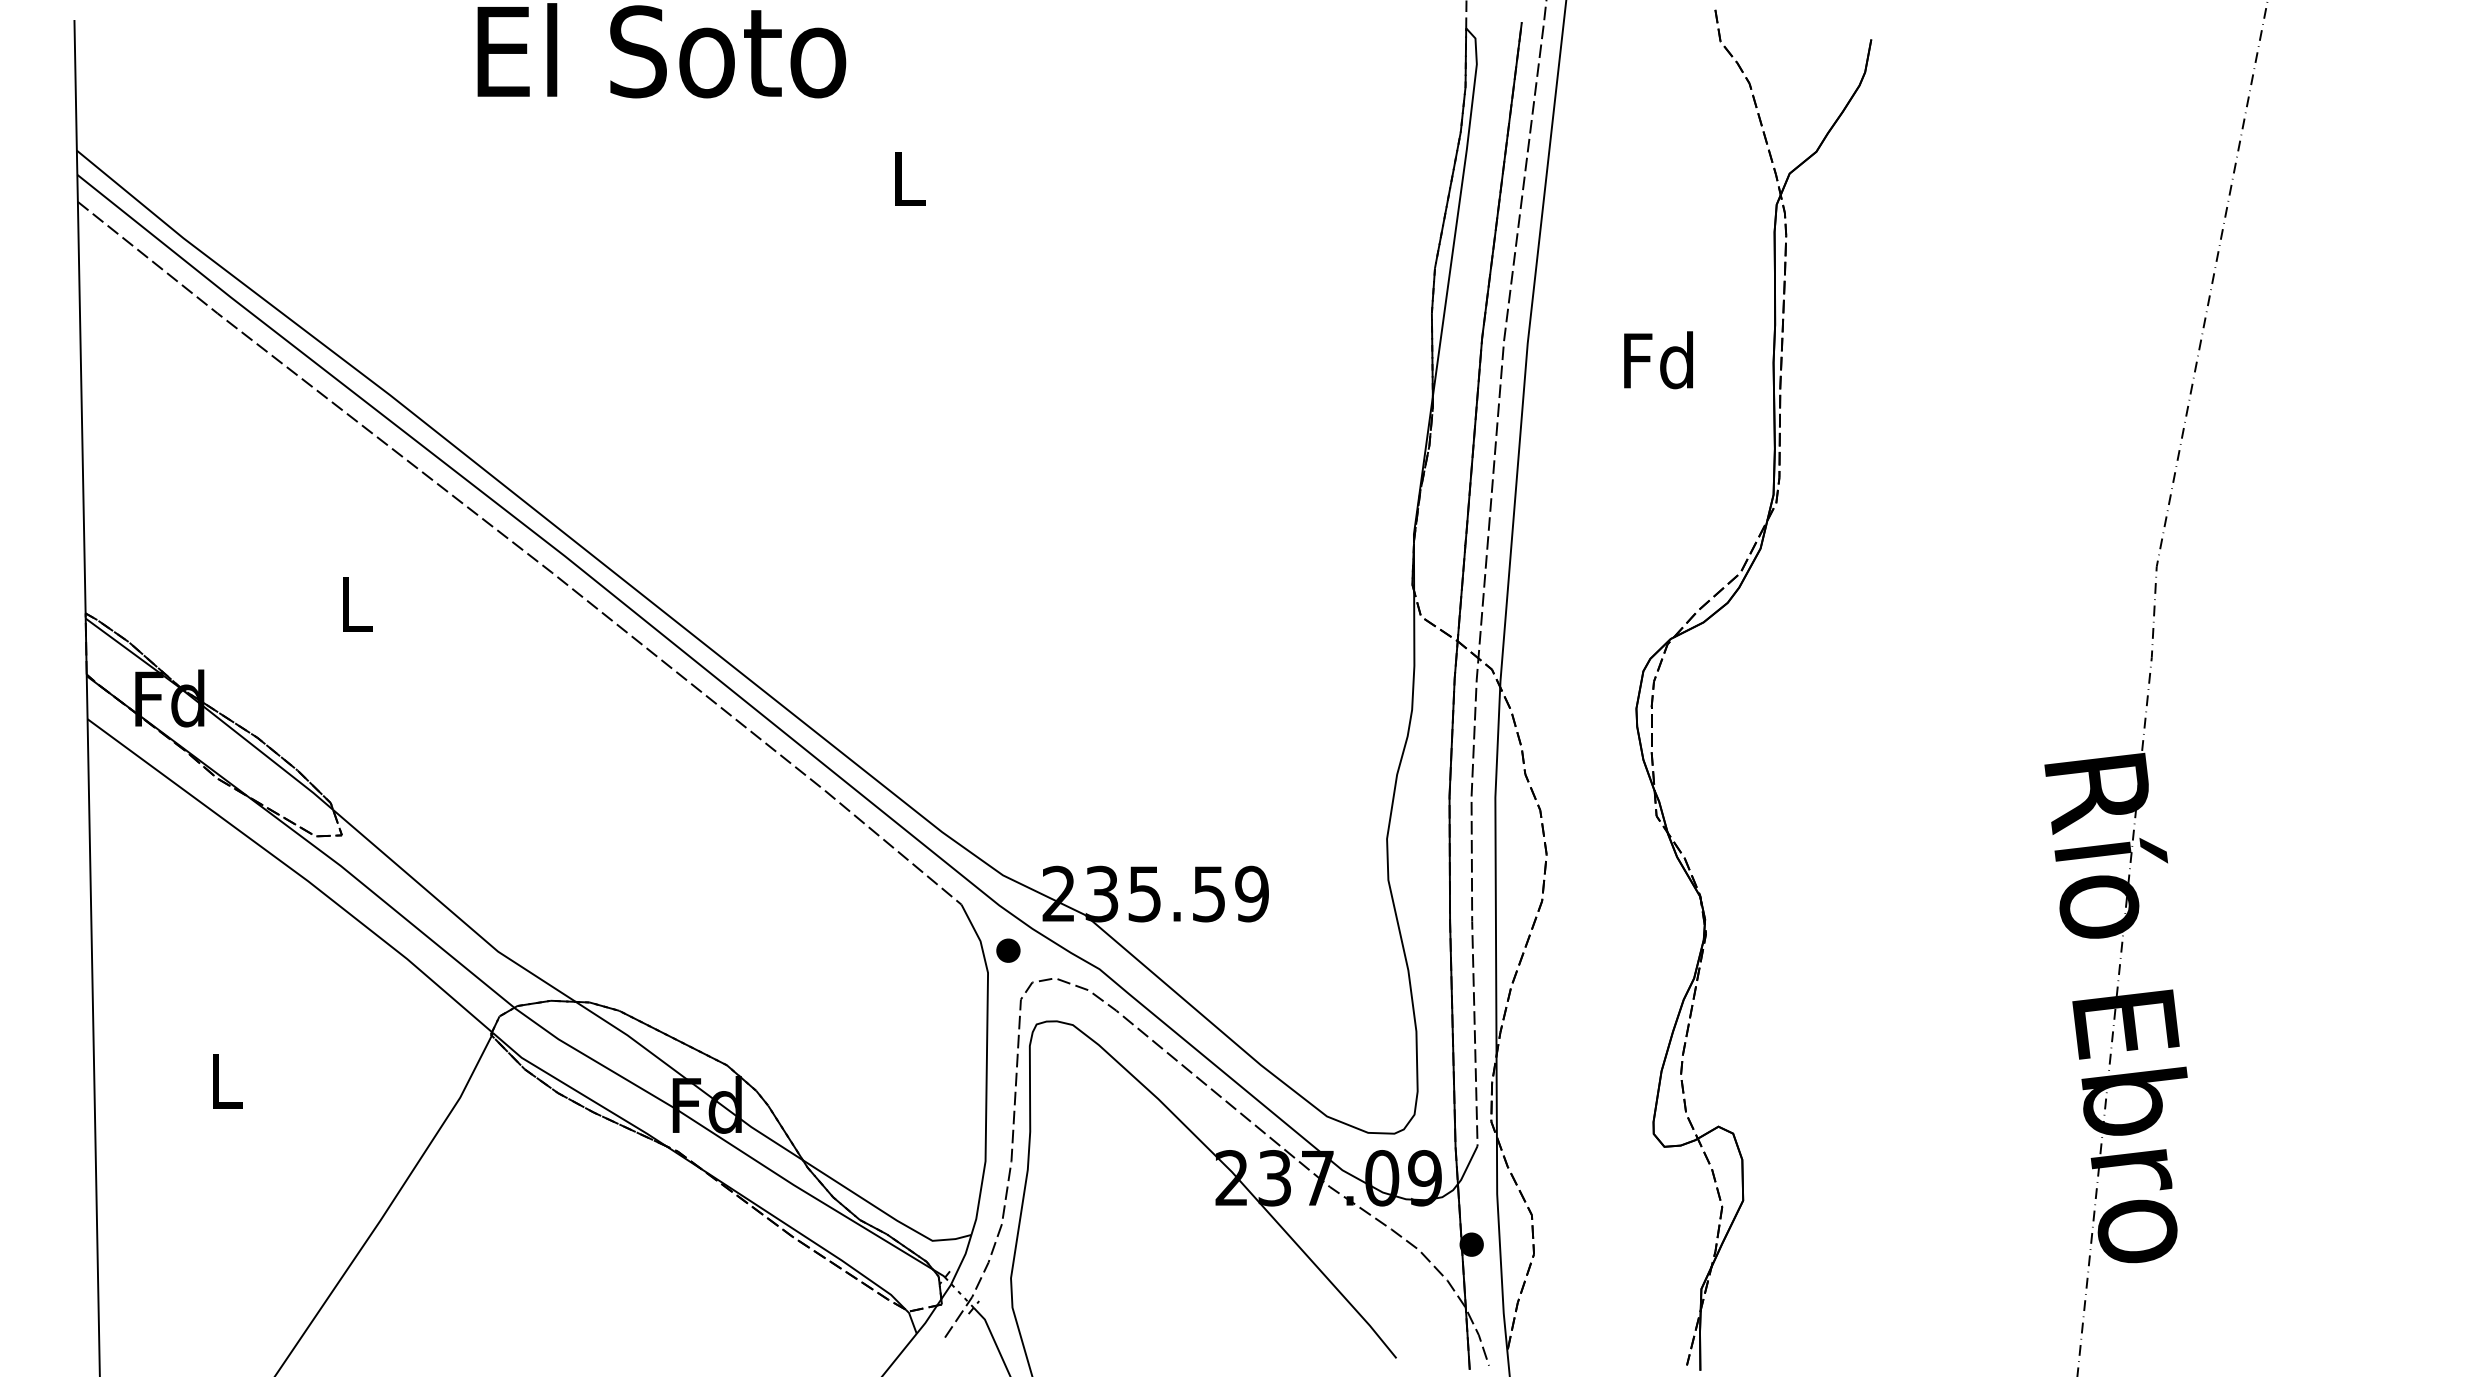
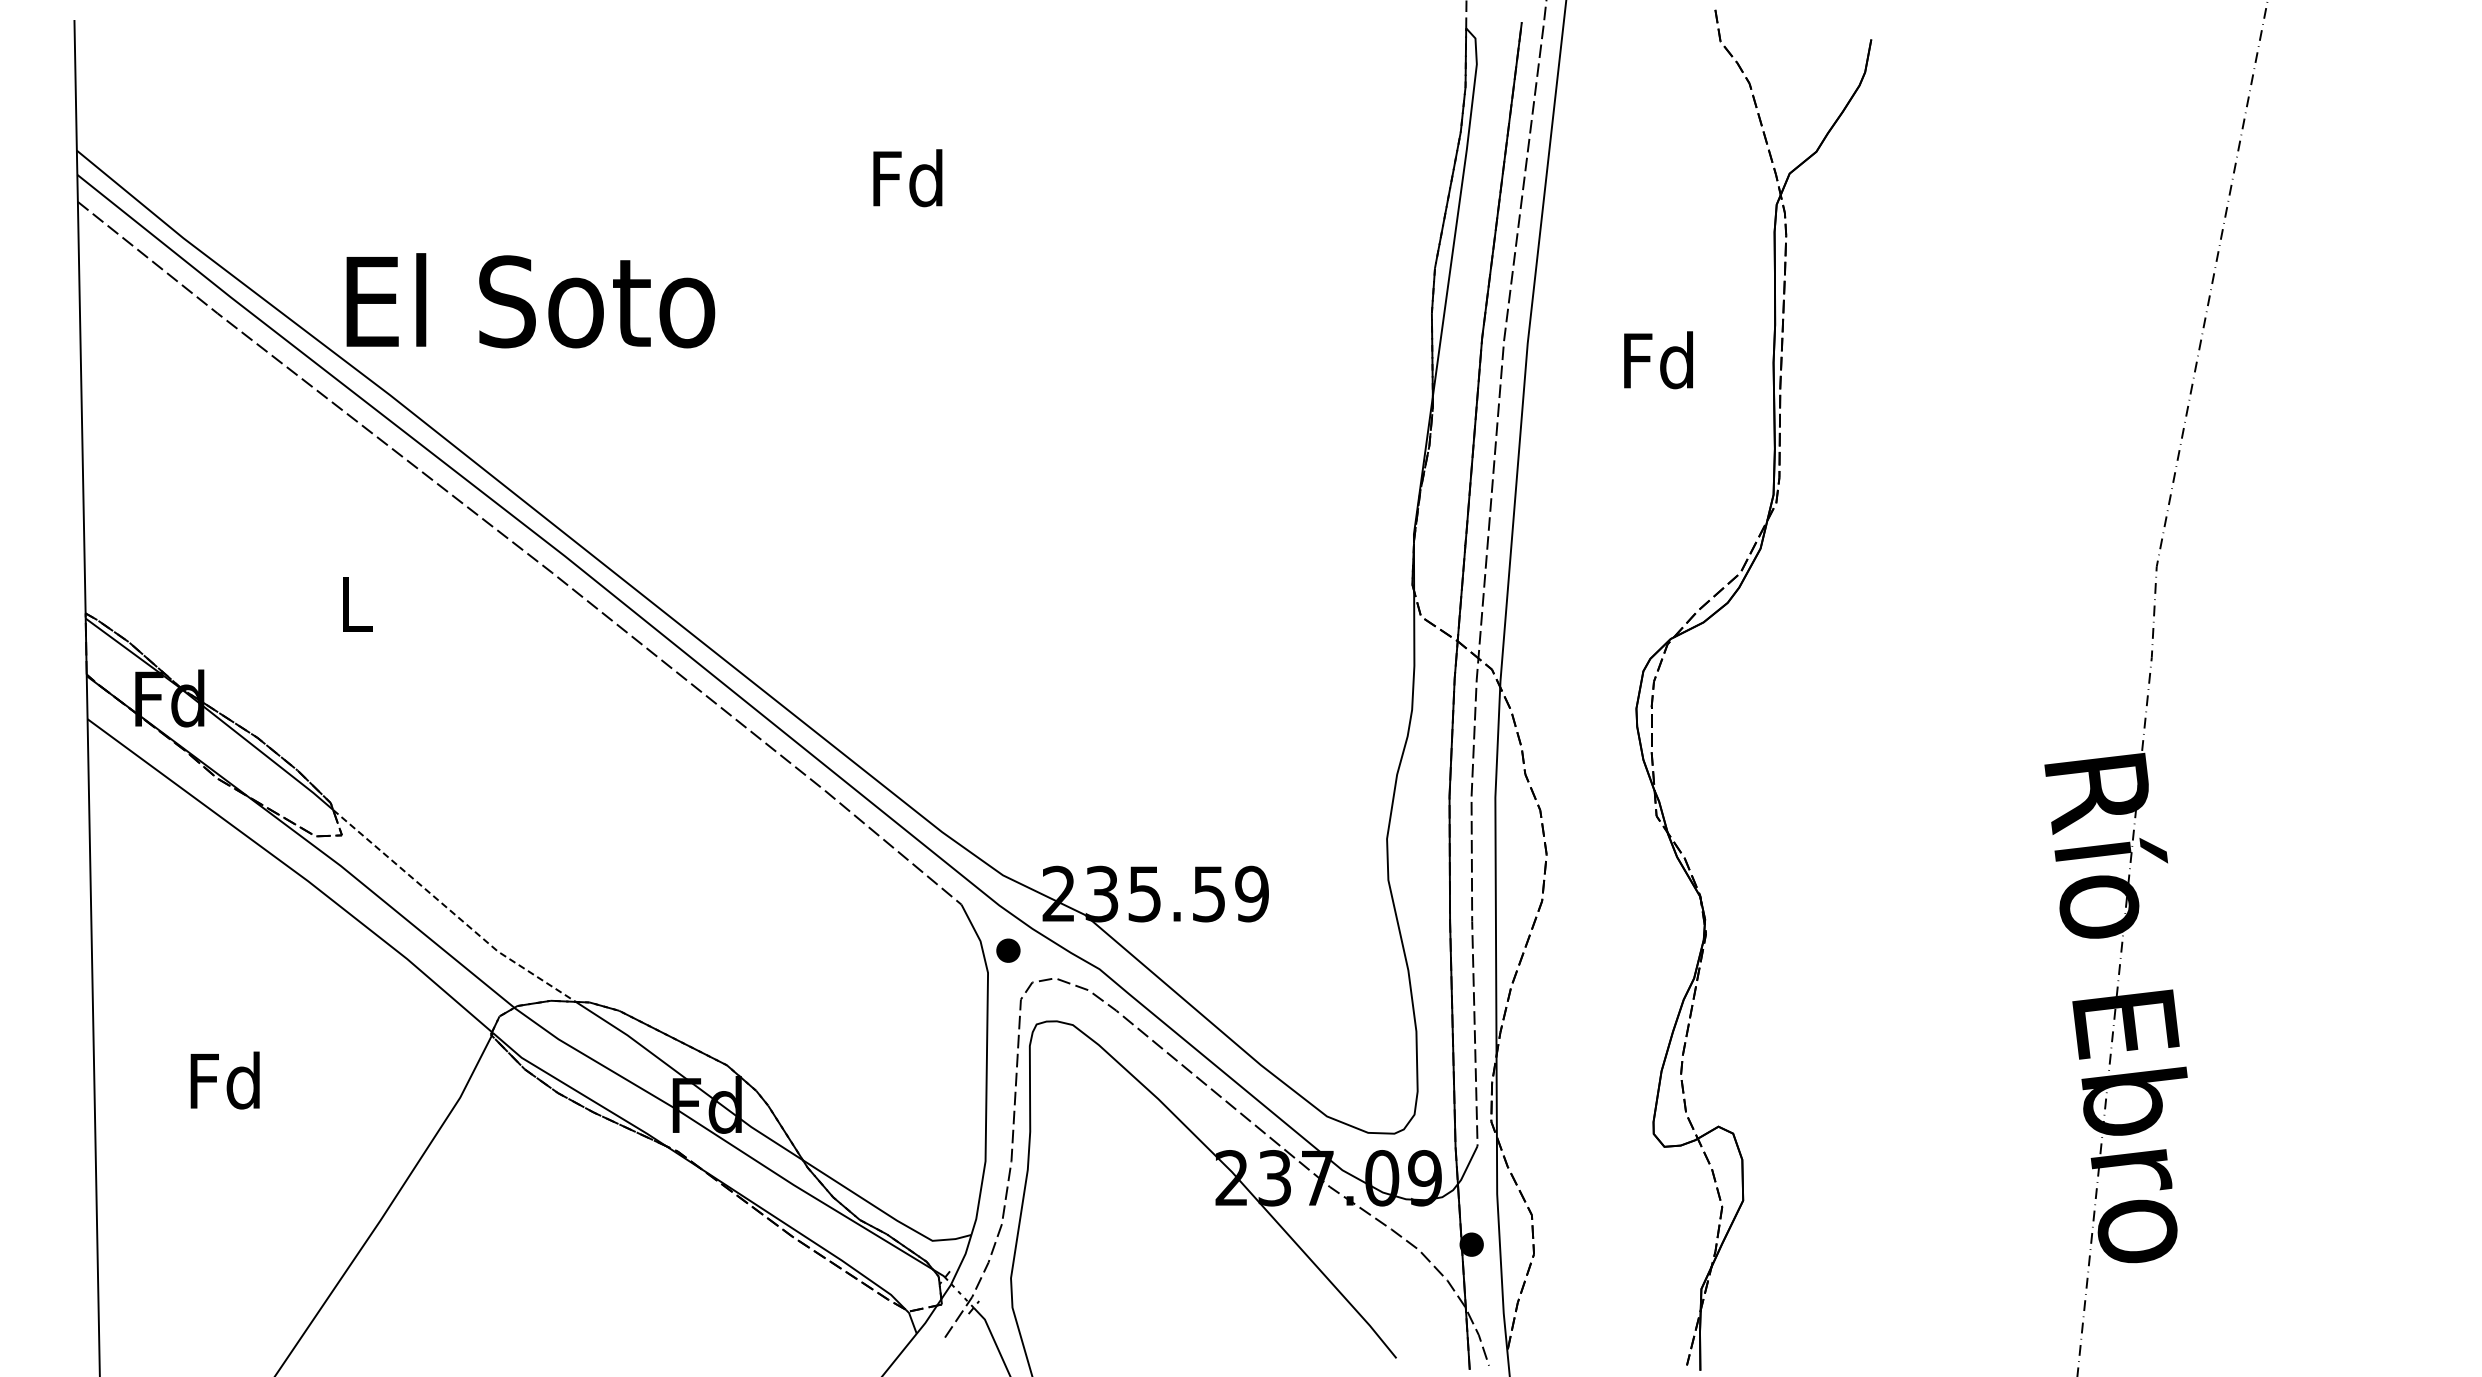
text at (661, 50) position: (661, 50) -> (530, 300)
text at (907, 178): L -> Fd
line at (451, 911): solid -> dashed
text at (224, 1080): L -> Fd
